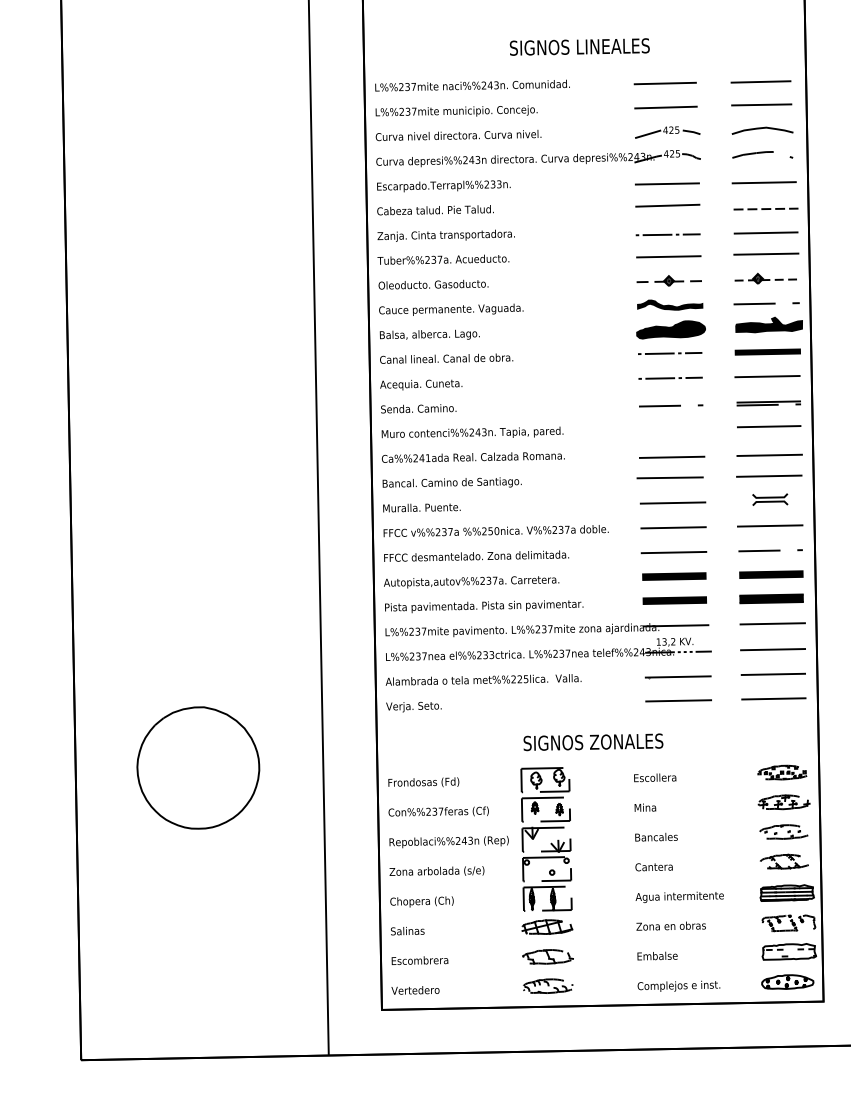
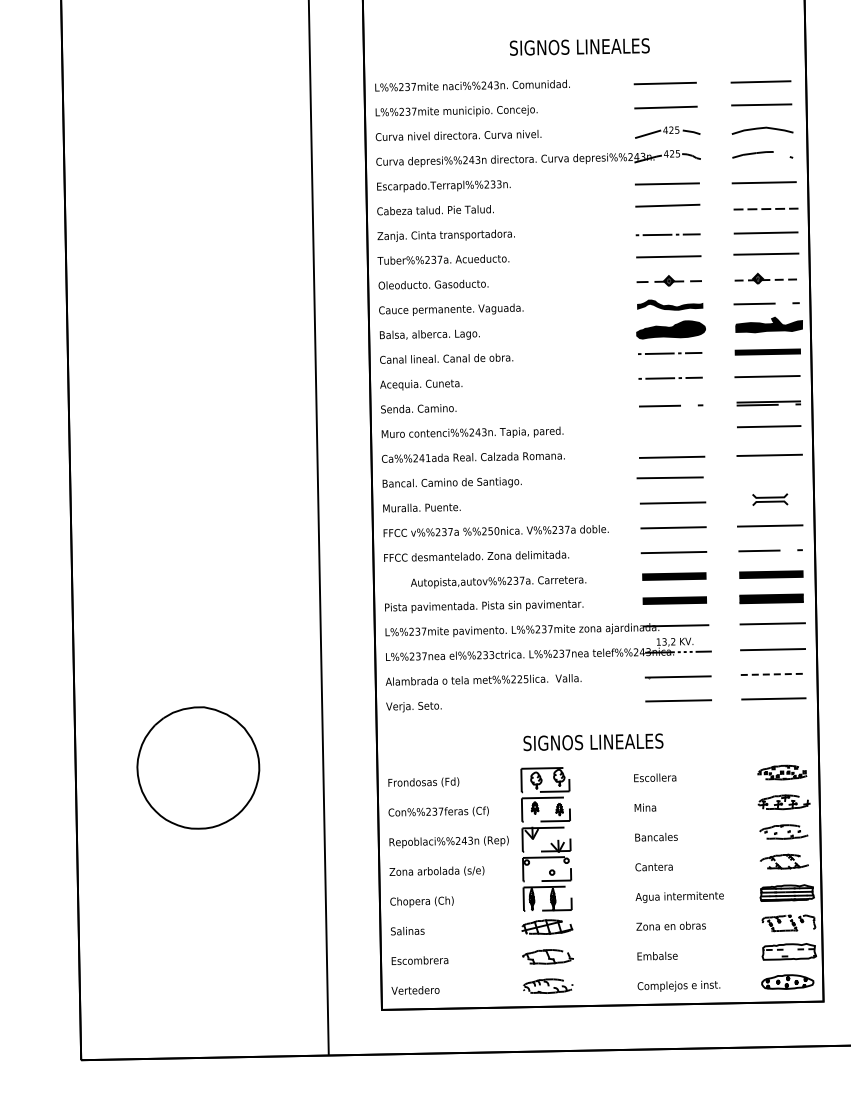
line at (769, 475): present -> none
text at (471, 582) position: (471, 582) -> (498, 582)
line at (773, 674): solid -> dashed
text at (606, 741): SIGNOS ZONALES -> SIGNOS LINEALES
